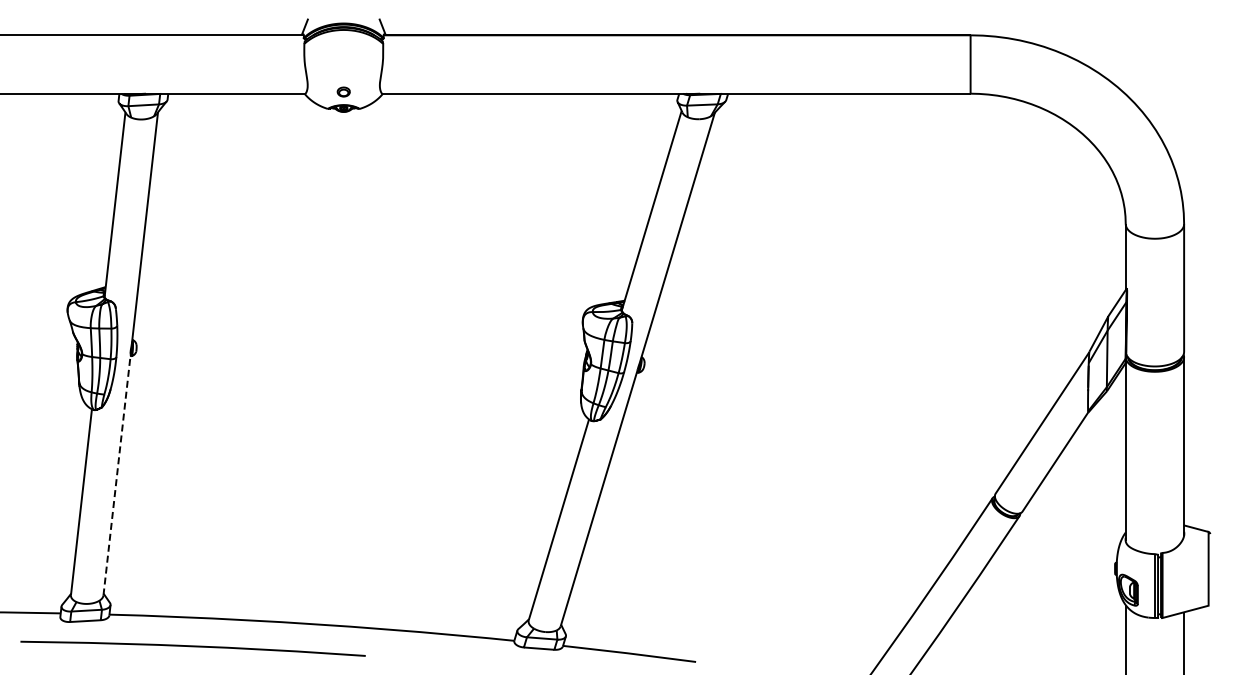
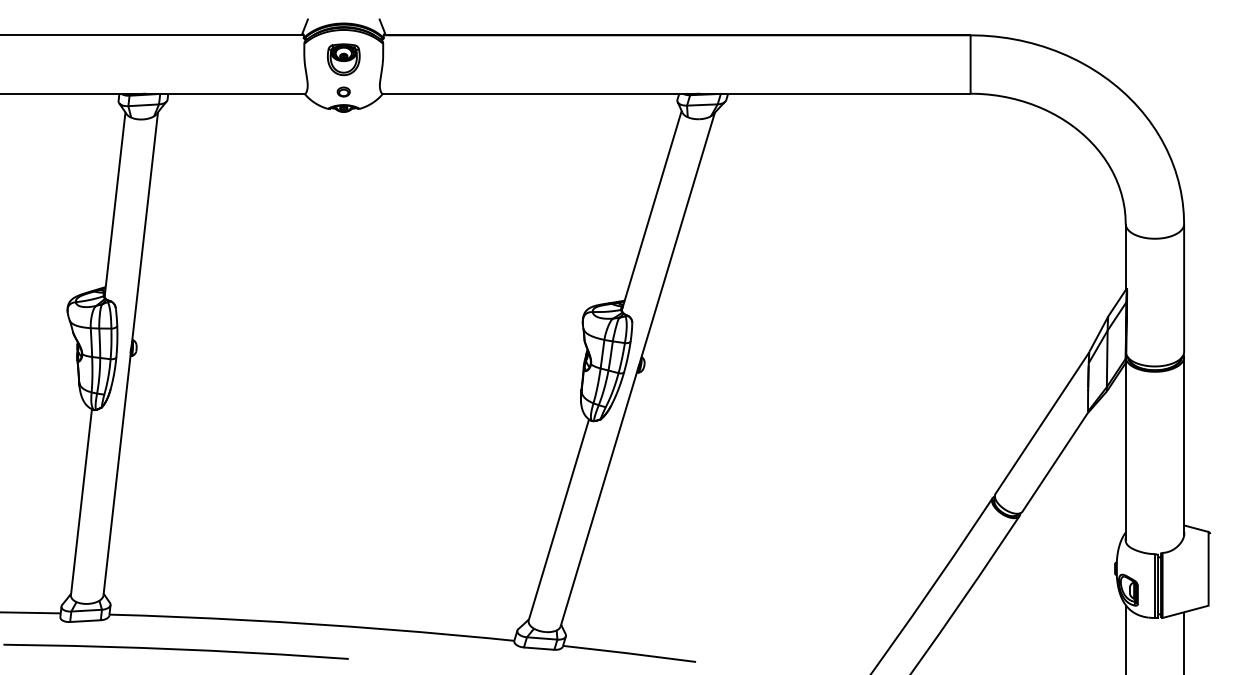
part at (343, 59): none -> present
line at (117, 474): dashed -> solid
curve at (192, 647) position: (192, 647) -> (175, 650)
